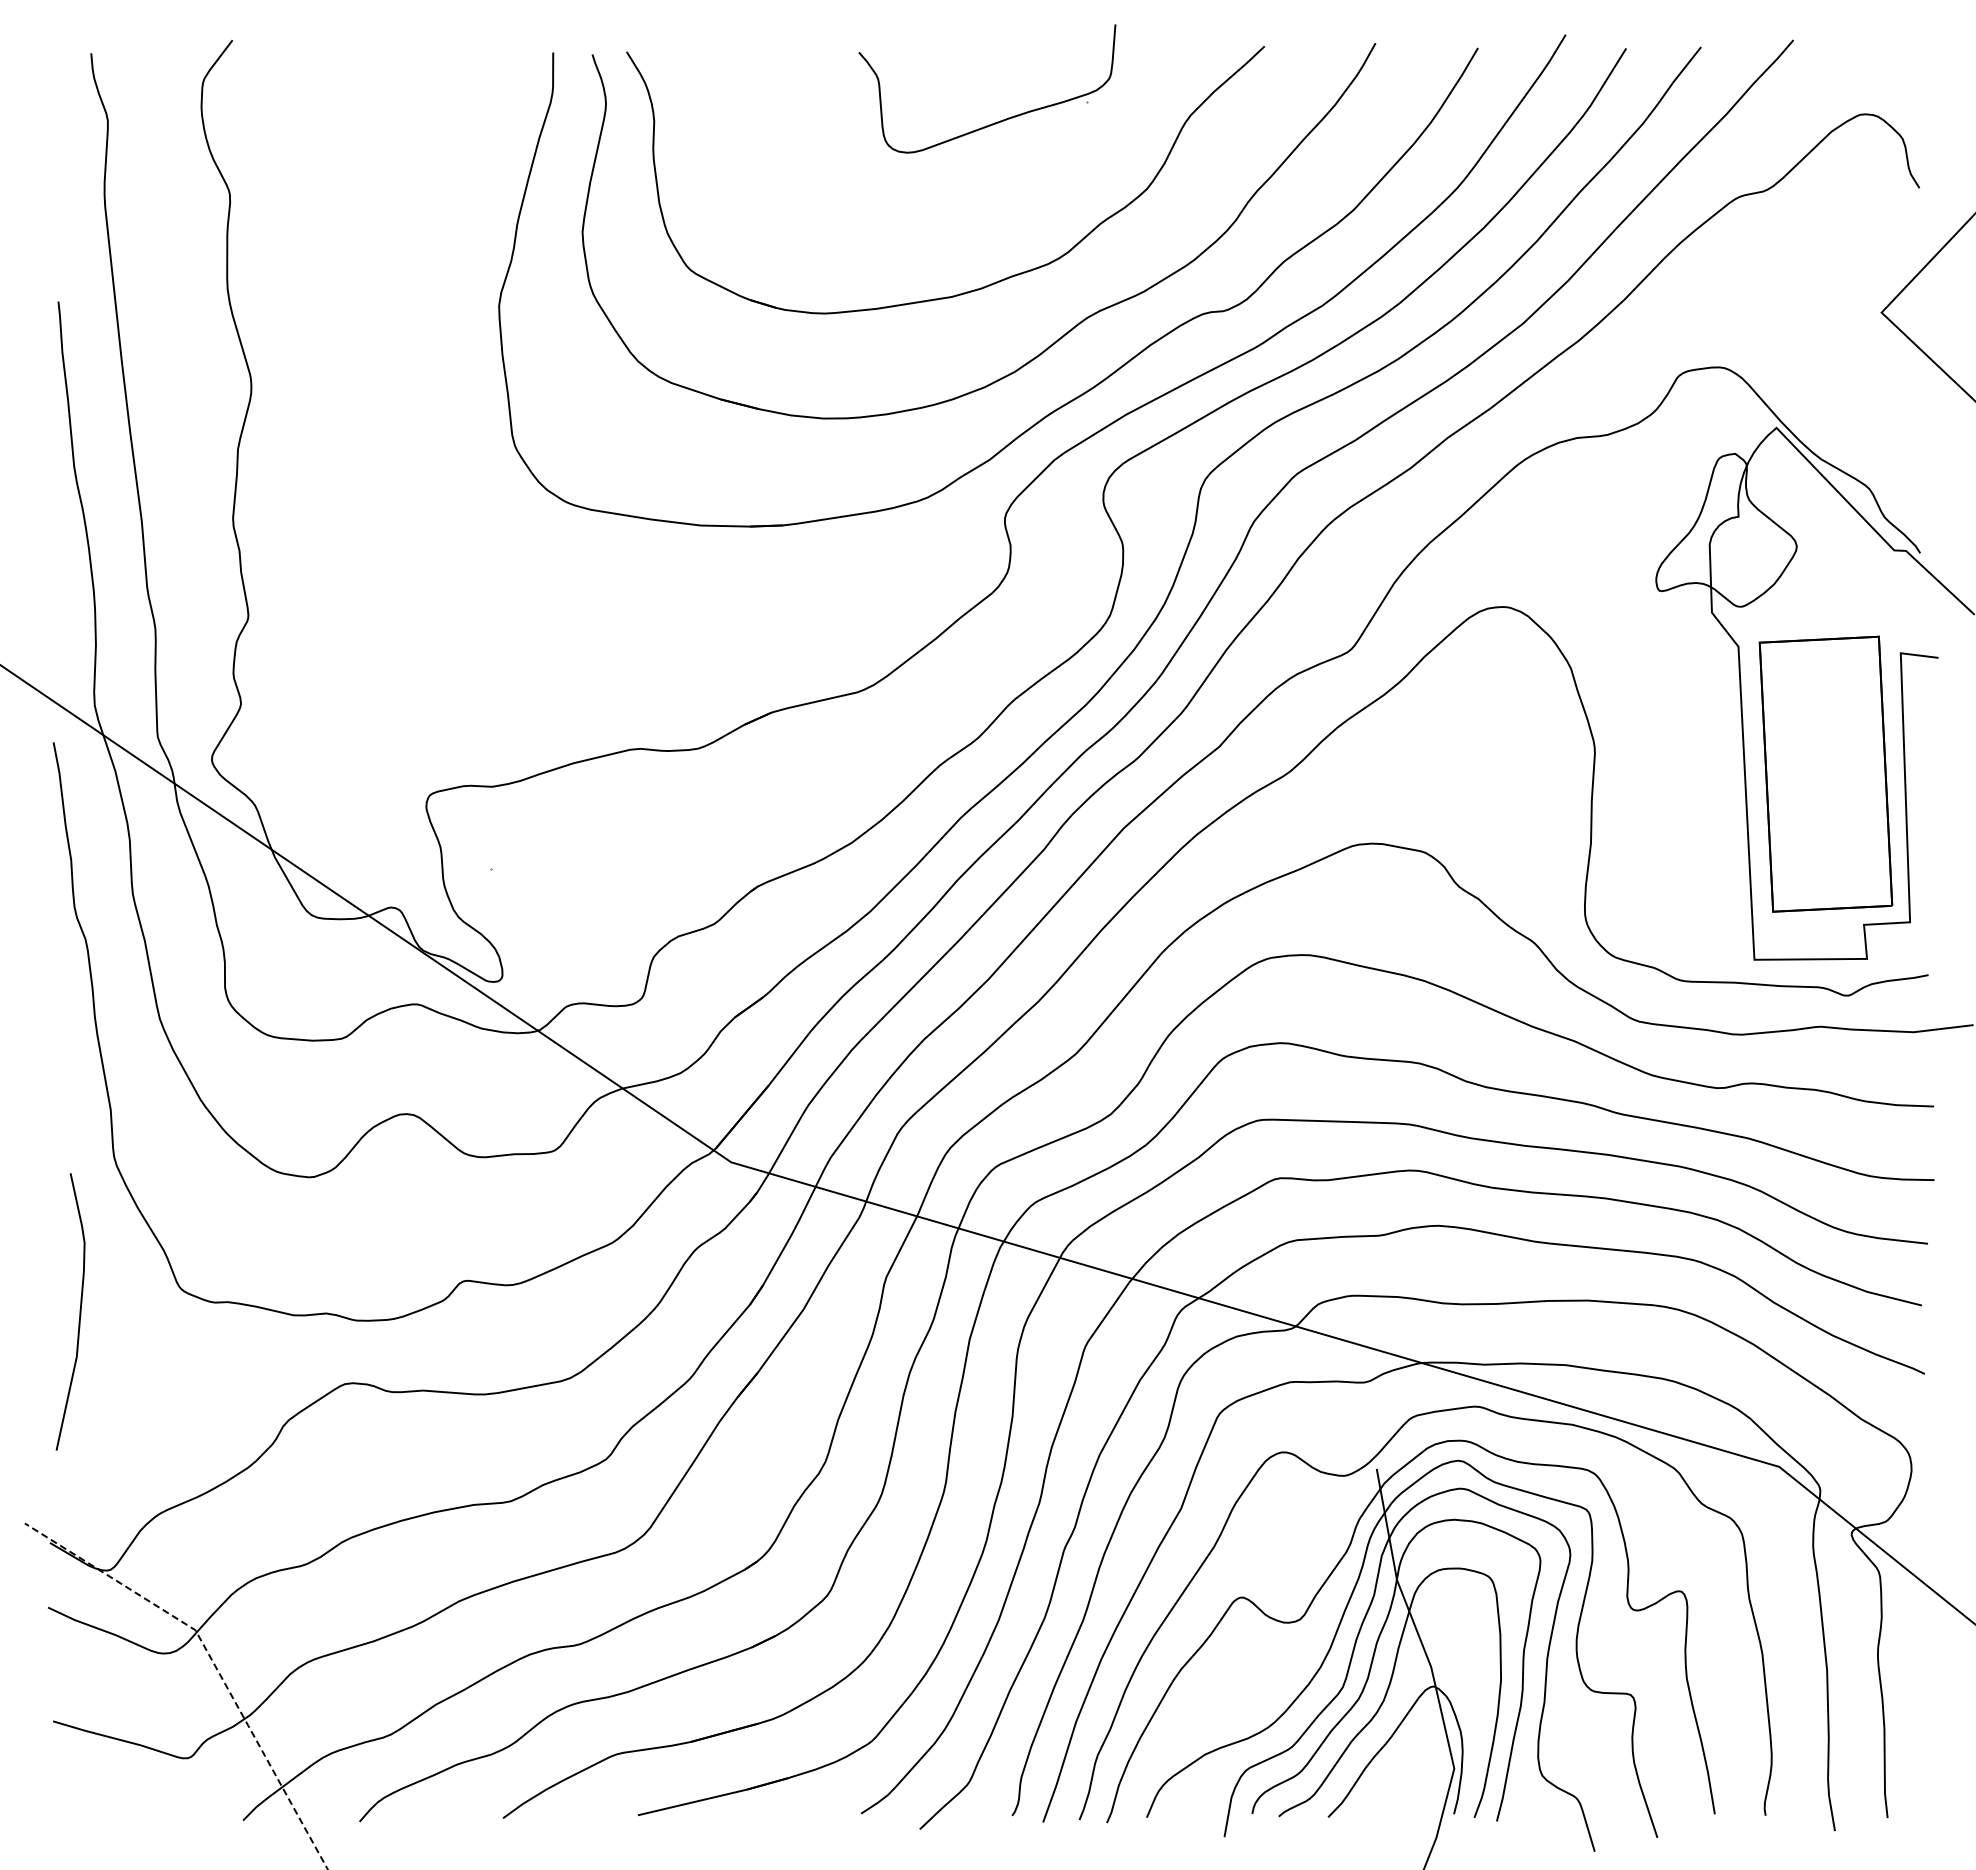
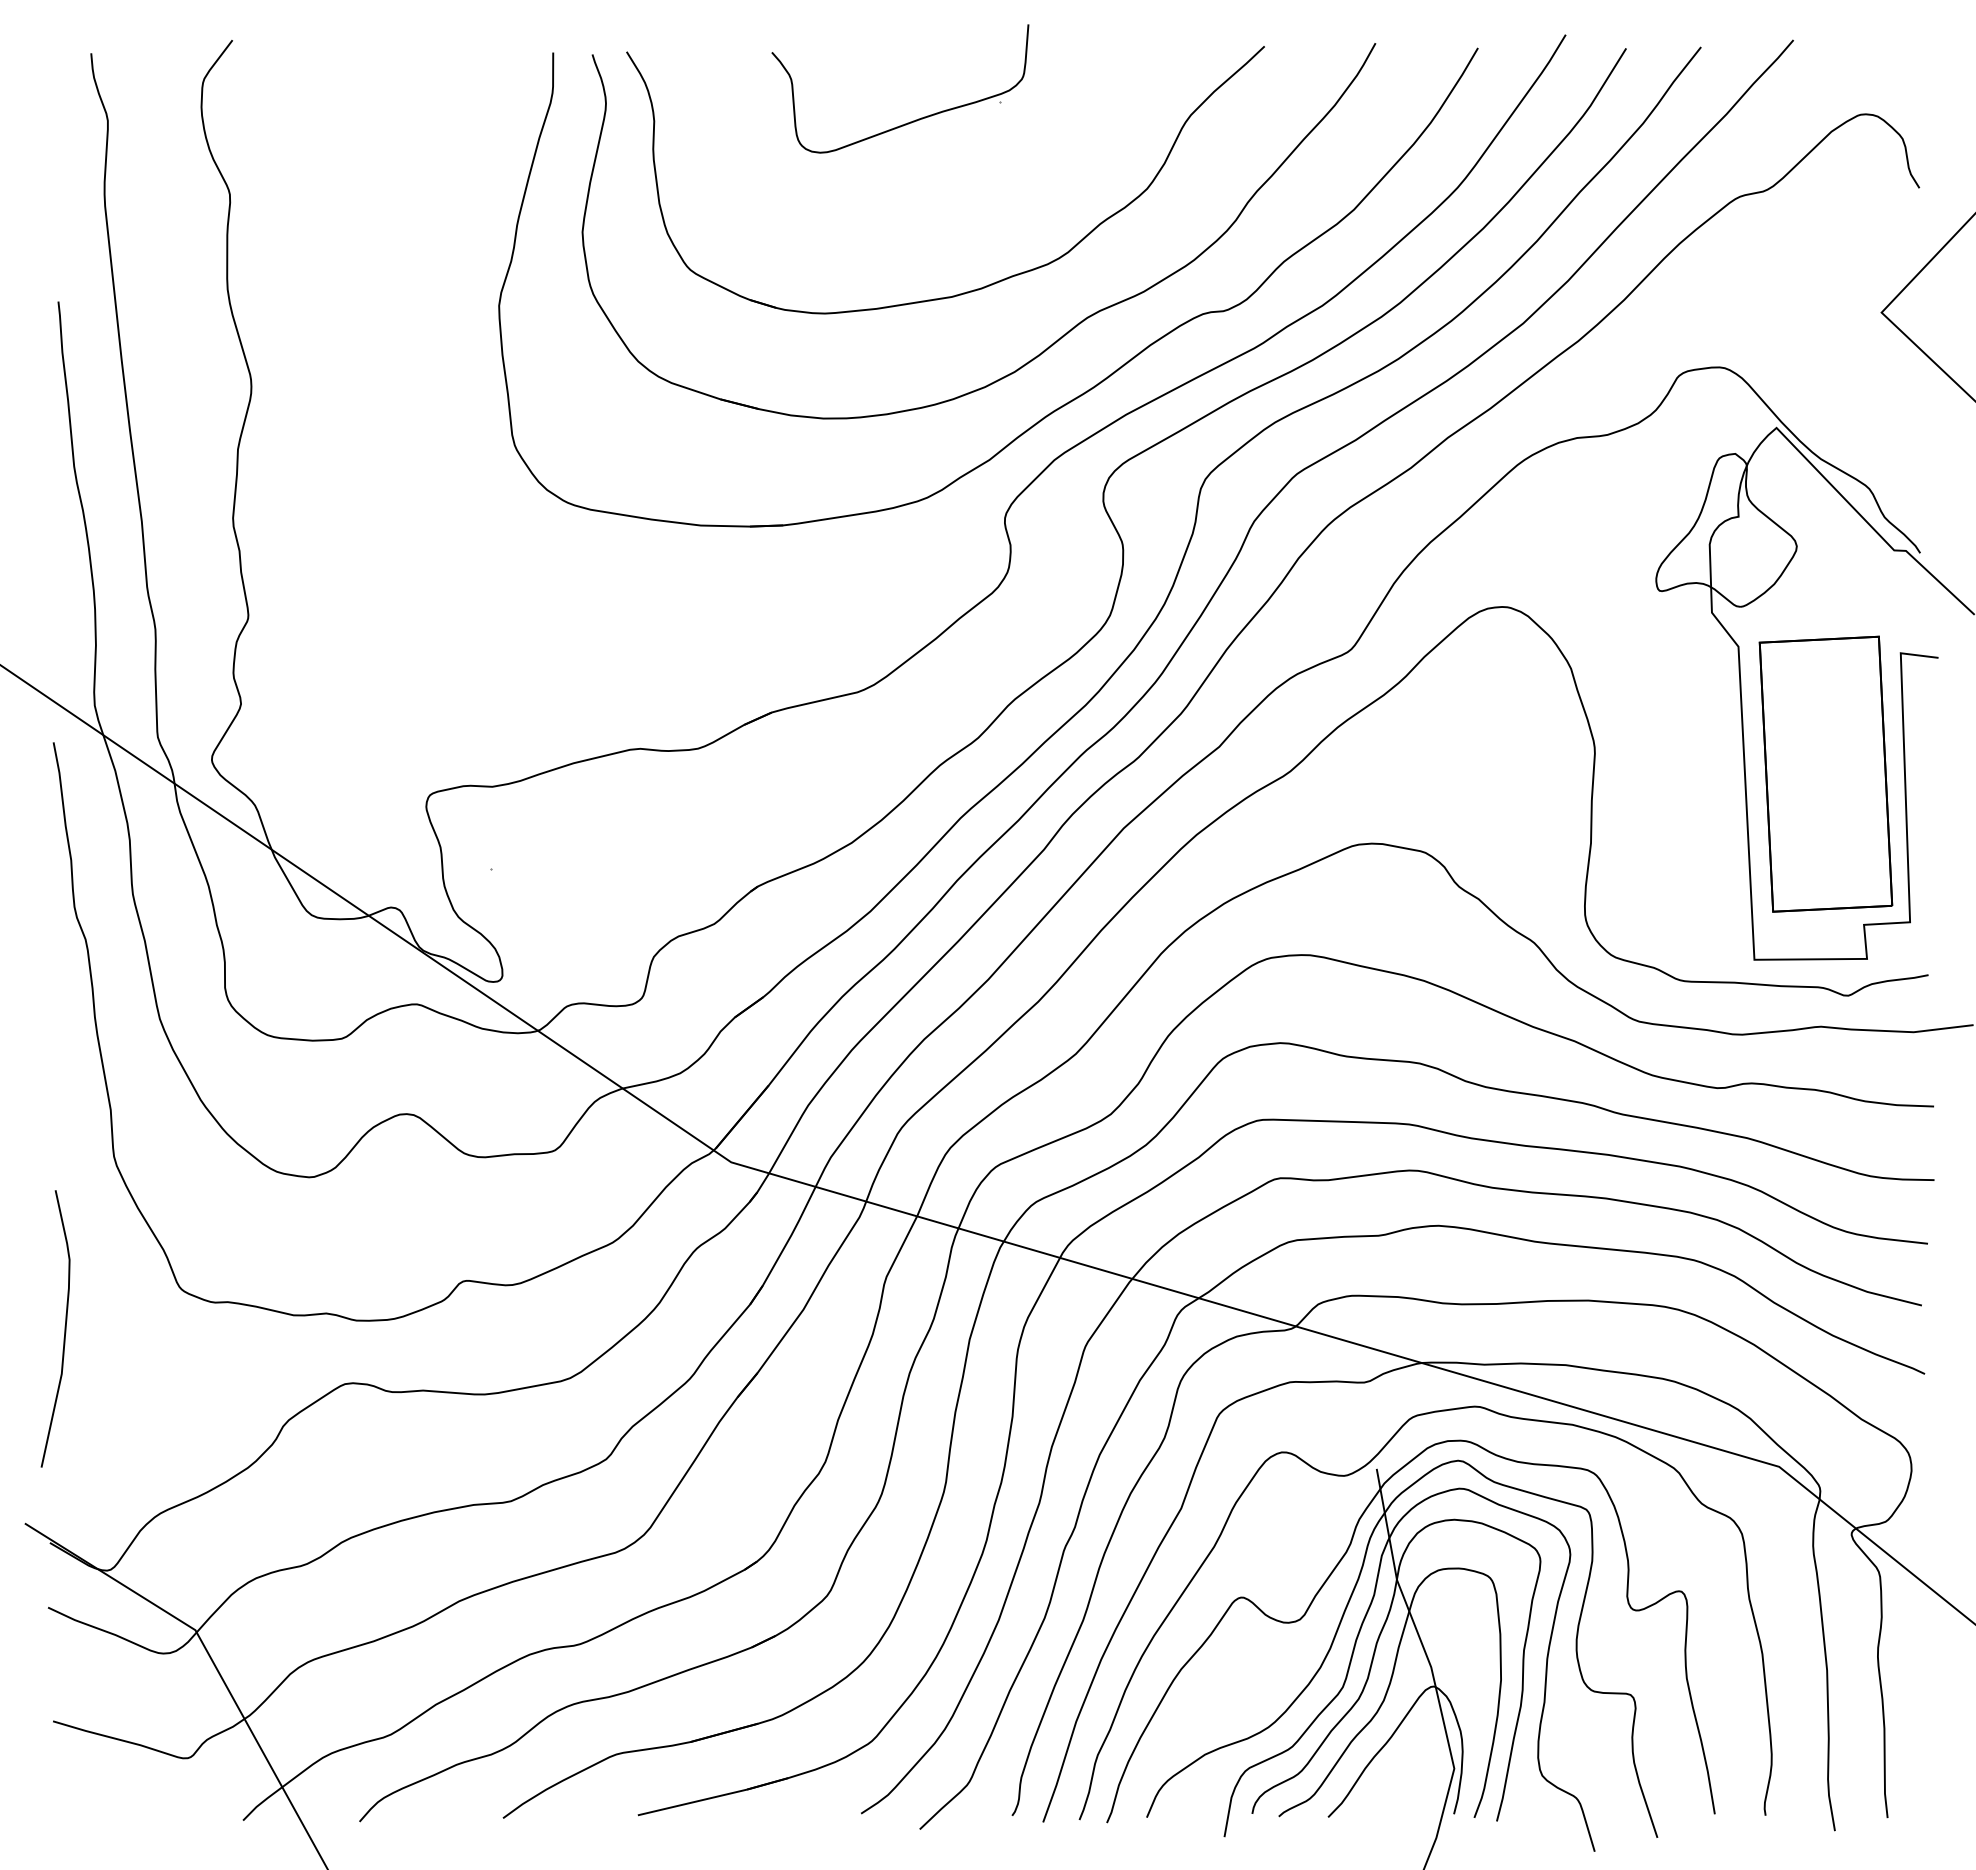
part at (1002, 119) position: (1002, 119) -> (915, 119)
curve at (79, 1311) position: (79, 1311) -> (64, 1328)
line at (212, 1661): dashed -> solid
